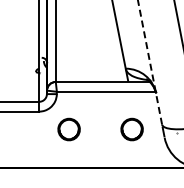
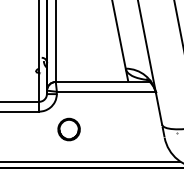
line at (150, 63): dashed -> solid
part at (131, 129): present -> none
line at (91, 161): none -> present
